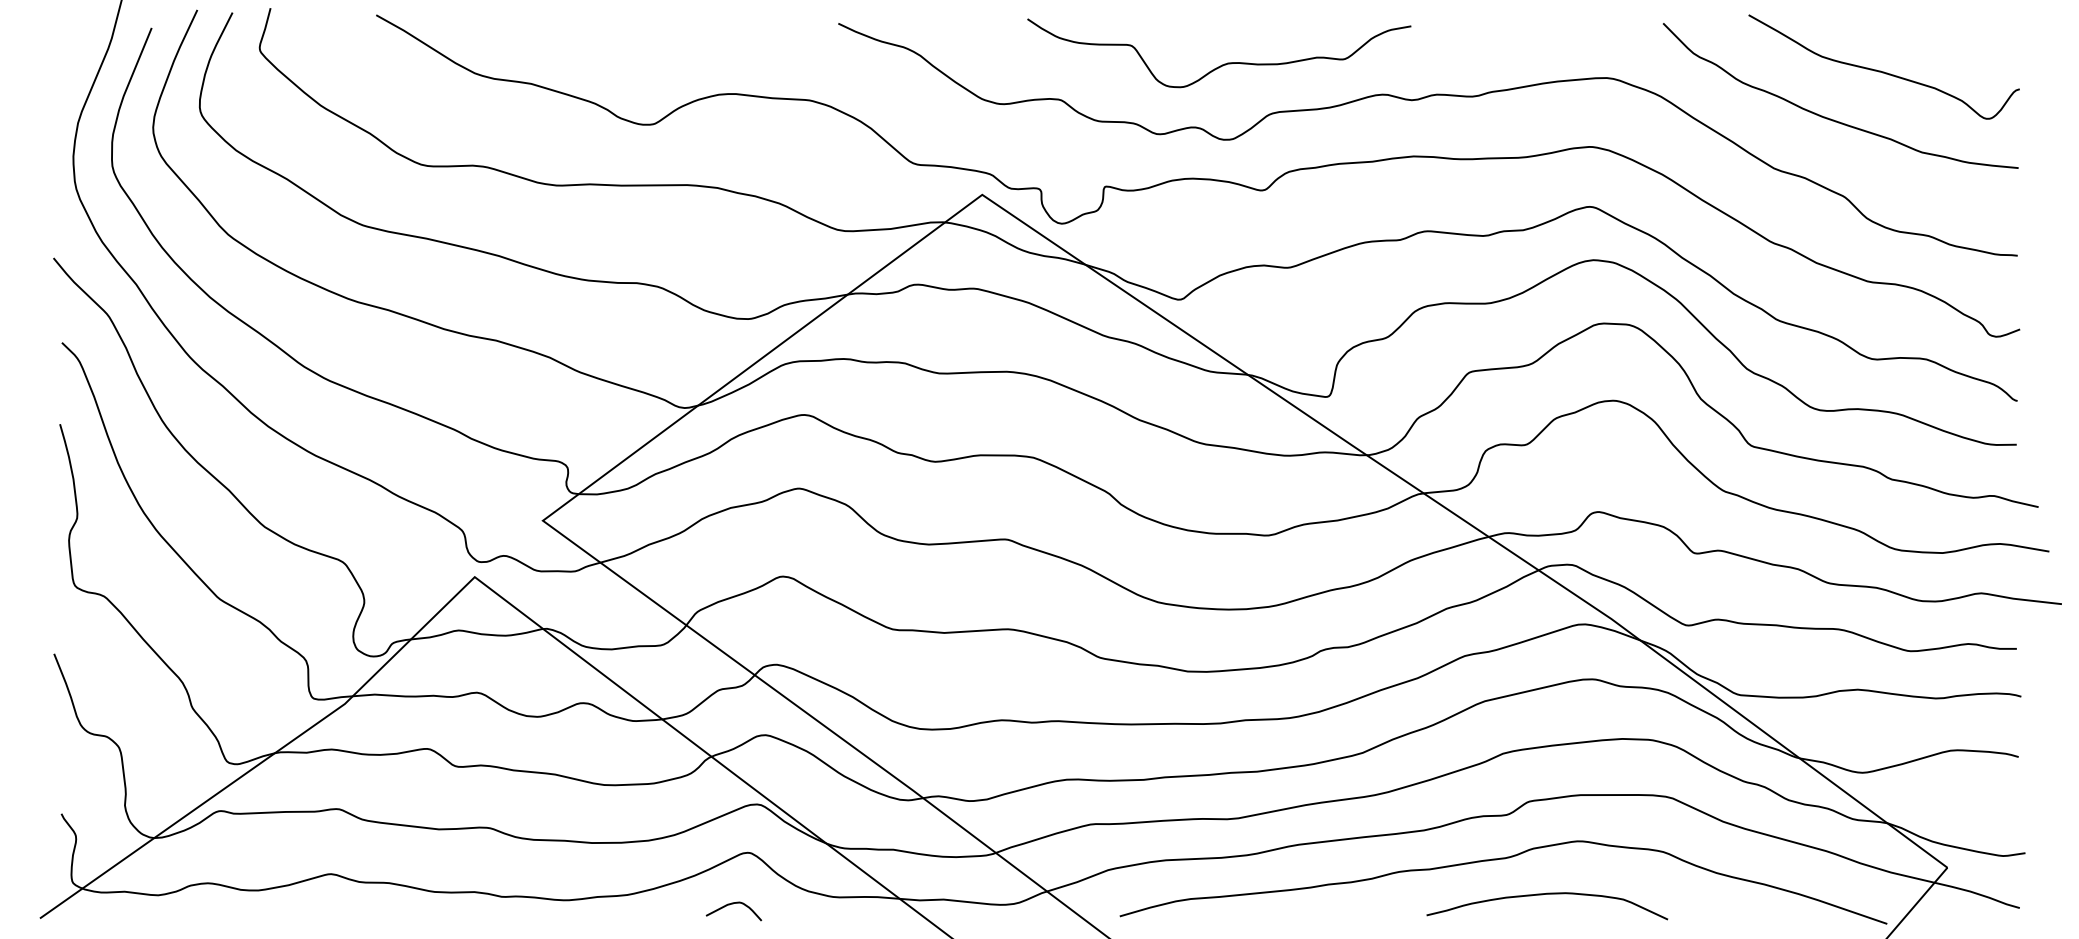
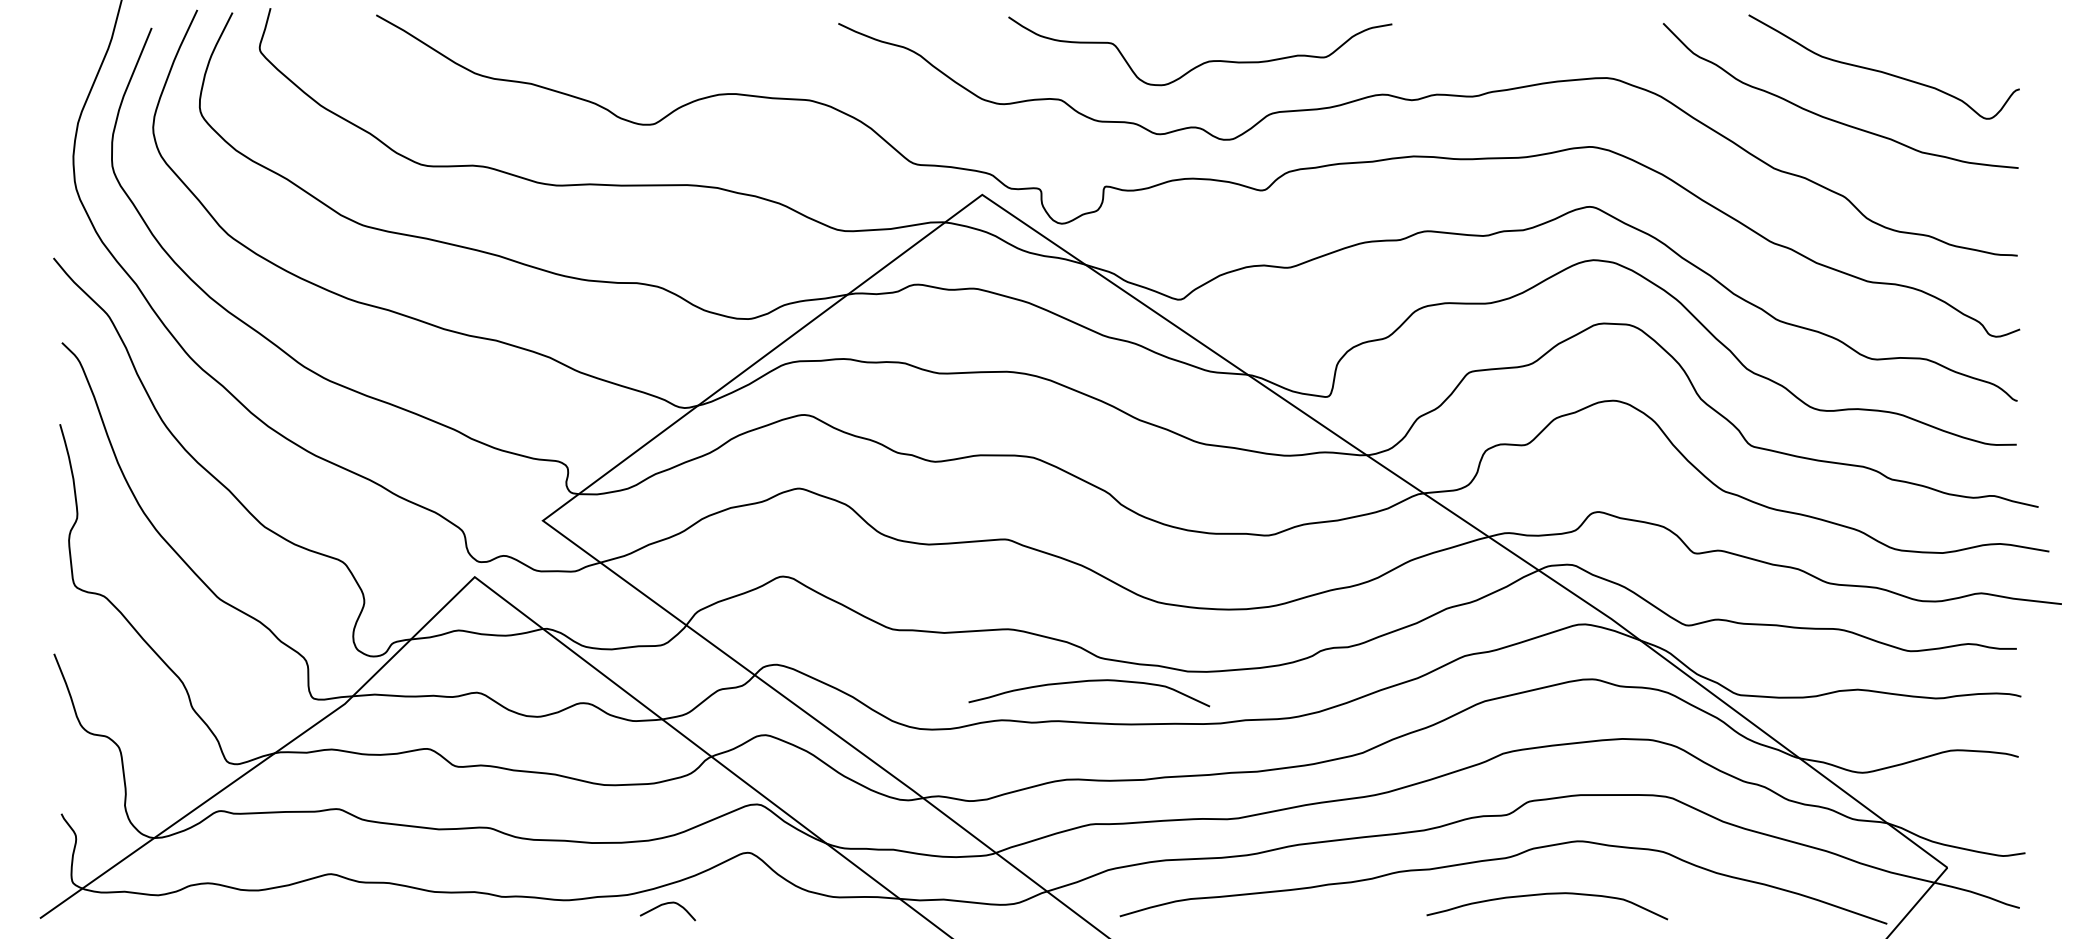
curve at (1224, 63) position: (1224, 63) -> (1205, 61)
curve at (1089, 681): none -> present
curve at (733, 904) position: (733, 904) -> (667, 904)
